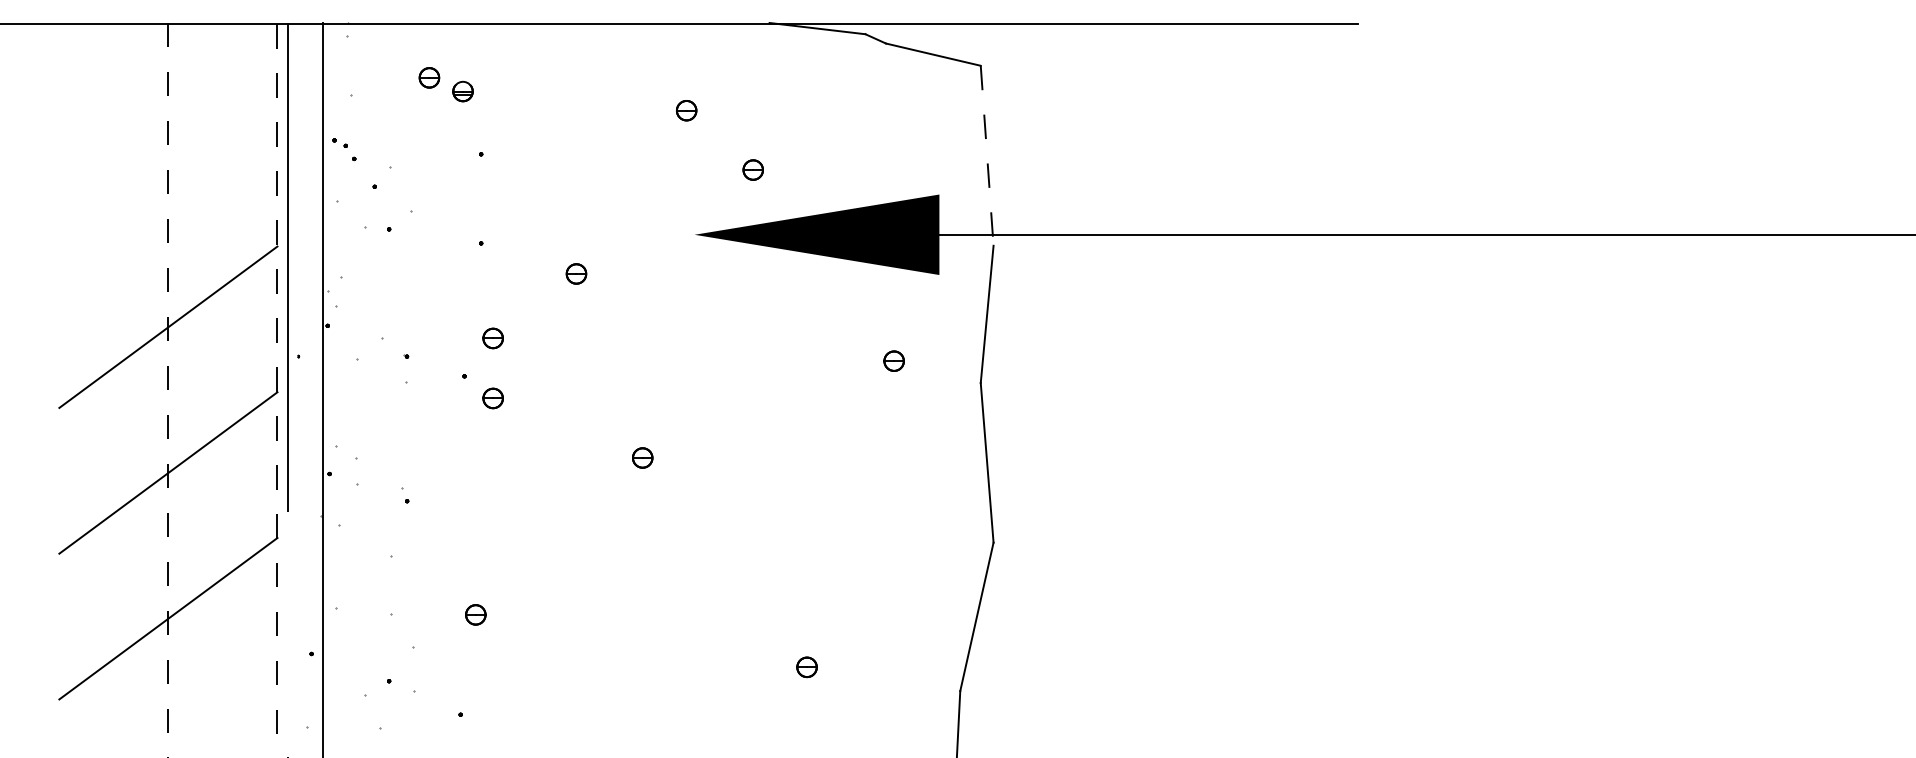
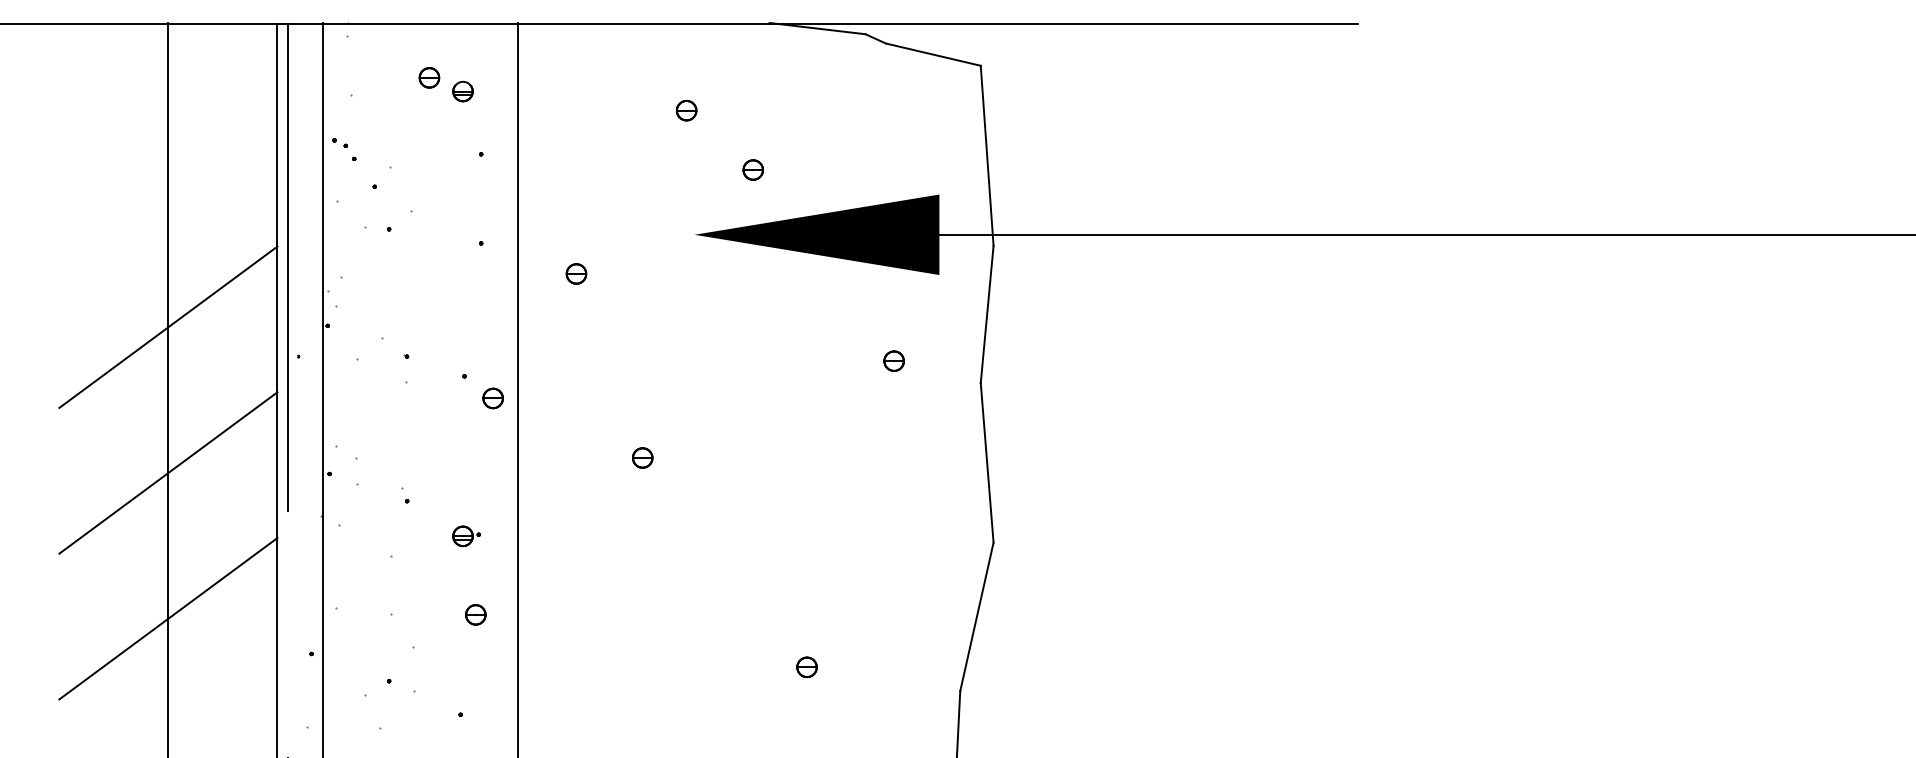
line at (987, 156): dashed -> solid
part at (492, 338): present -> none
line at (518, 388): none -> present
line at (168, 390): dashed -> solid
line at (277, 391): dashed -> solid
part at (466, 536): none -> present
